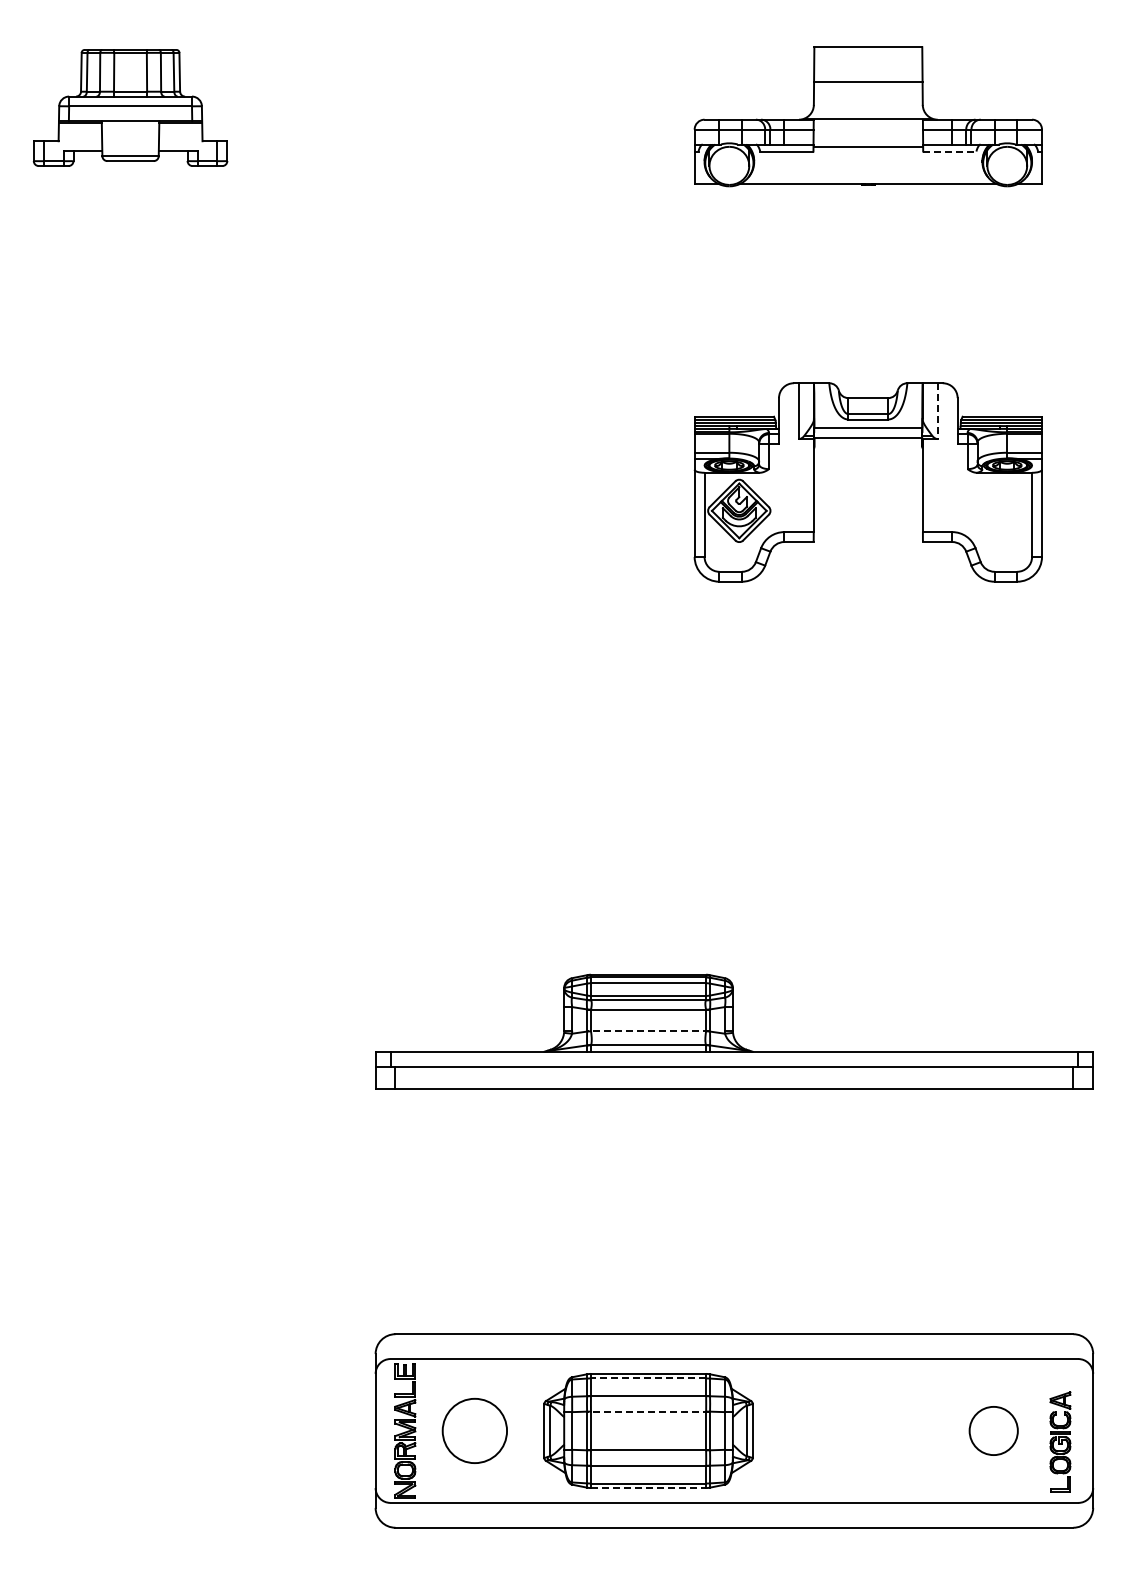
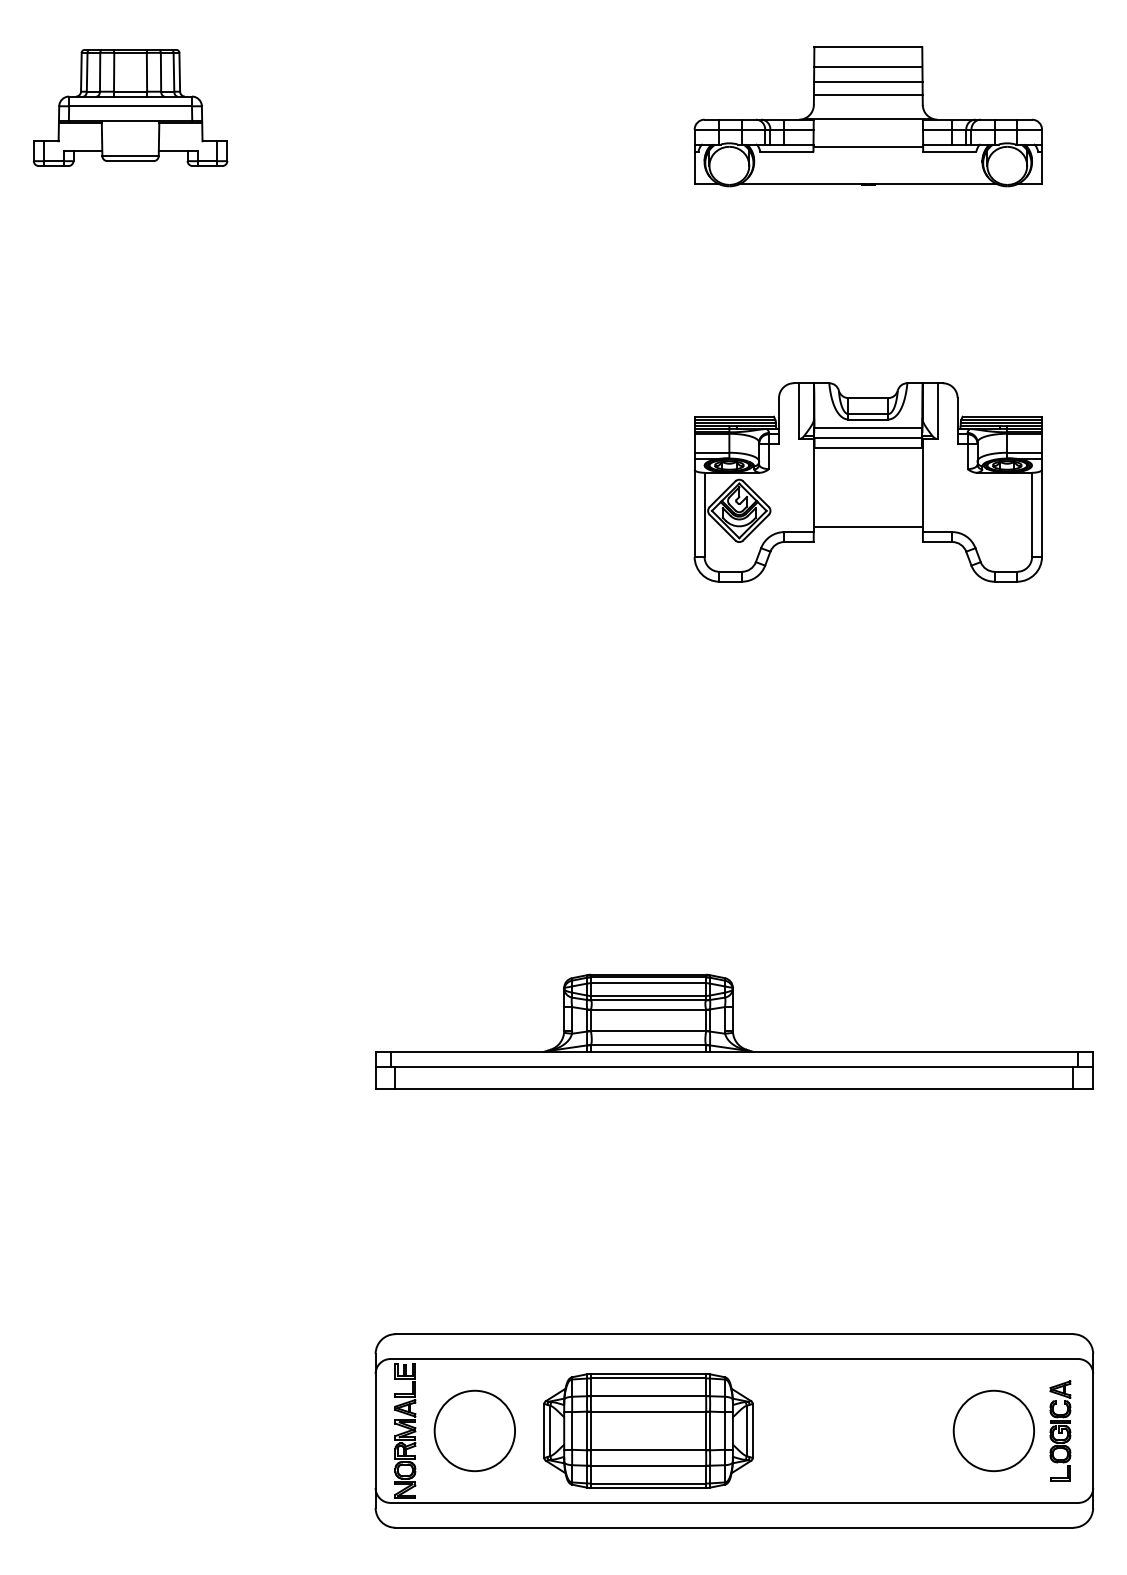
line at (868, 67): none -> present
line at (867, 94): none -> present
line at (949, 151): dashed -> solid
line at (937, 411): dashed -> solid
line at (868, 447): none -> present
line at (867, 526): none -> present
line at (648, 1031): dashed -> solid
line at (648, 1378): dashed -> solid
line at (648, 1411): dashed -> solid
circle at (474, 1430) diameter: 64 px -> 80 px
circle at (993, 1430) size: 51x50 px -> 83x84 px
part at (1060, 1441) position: (1060, 1441) -> (1060, 1430)
line at (648, 1488): dashed -> solid
